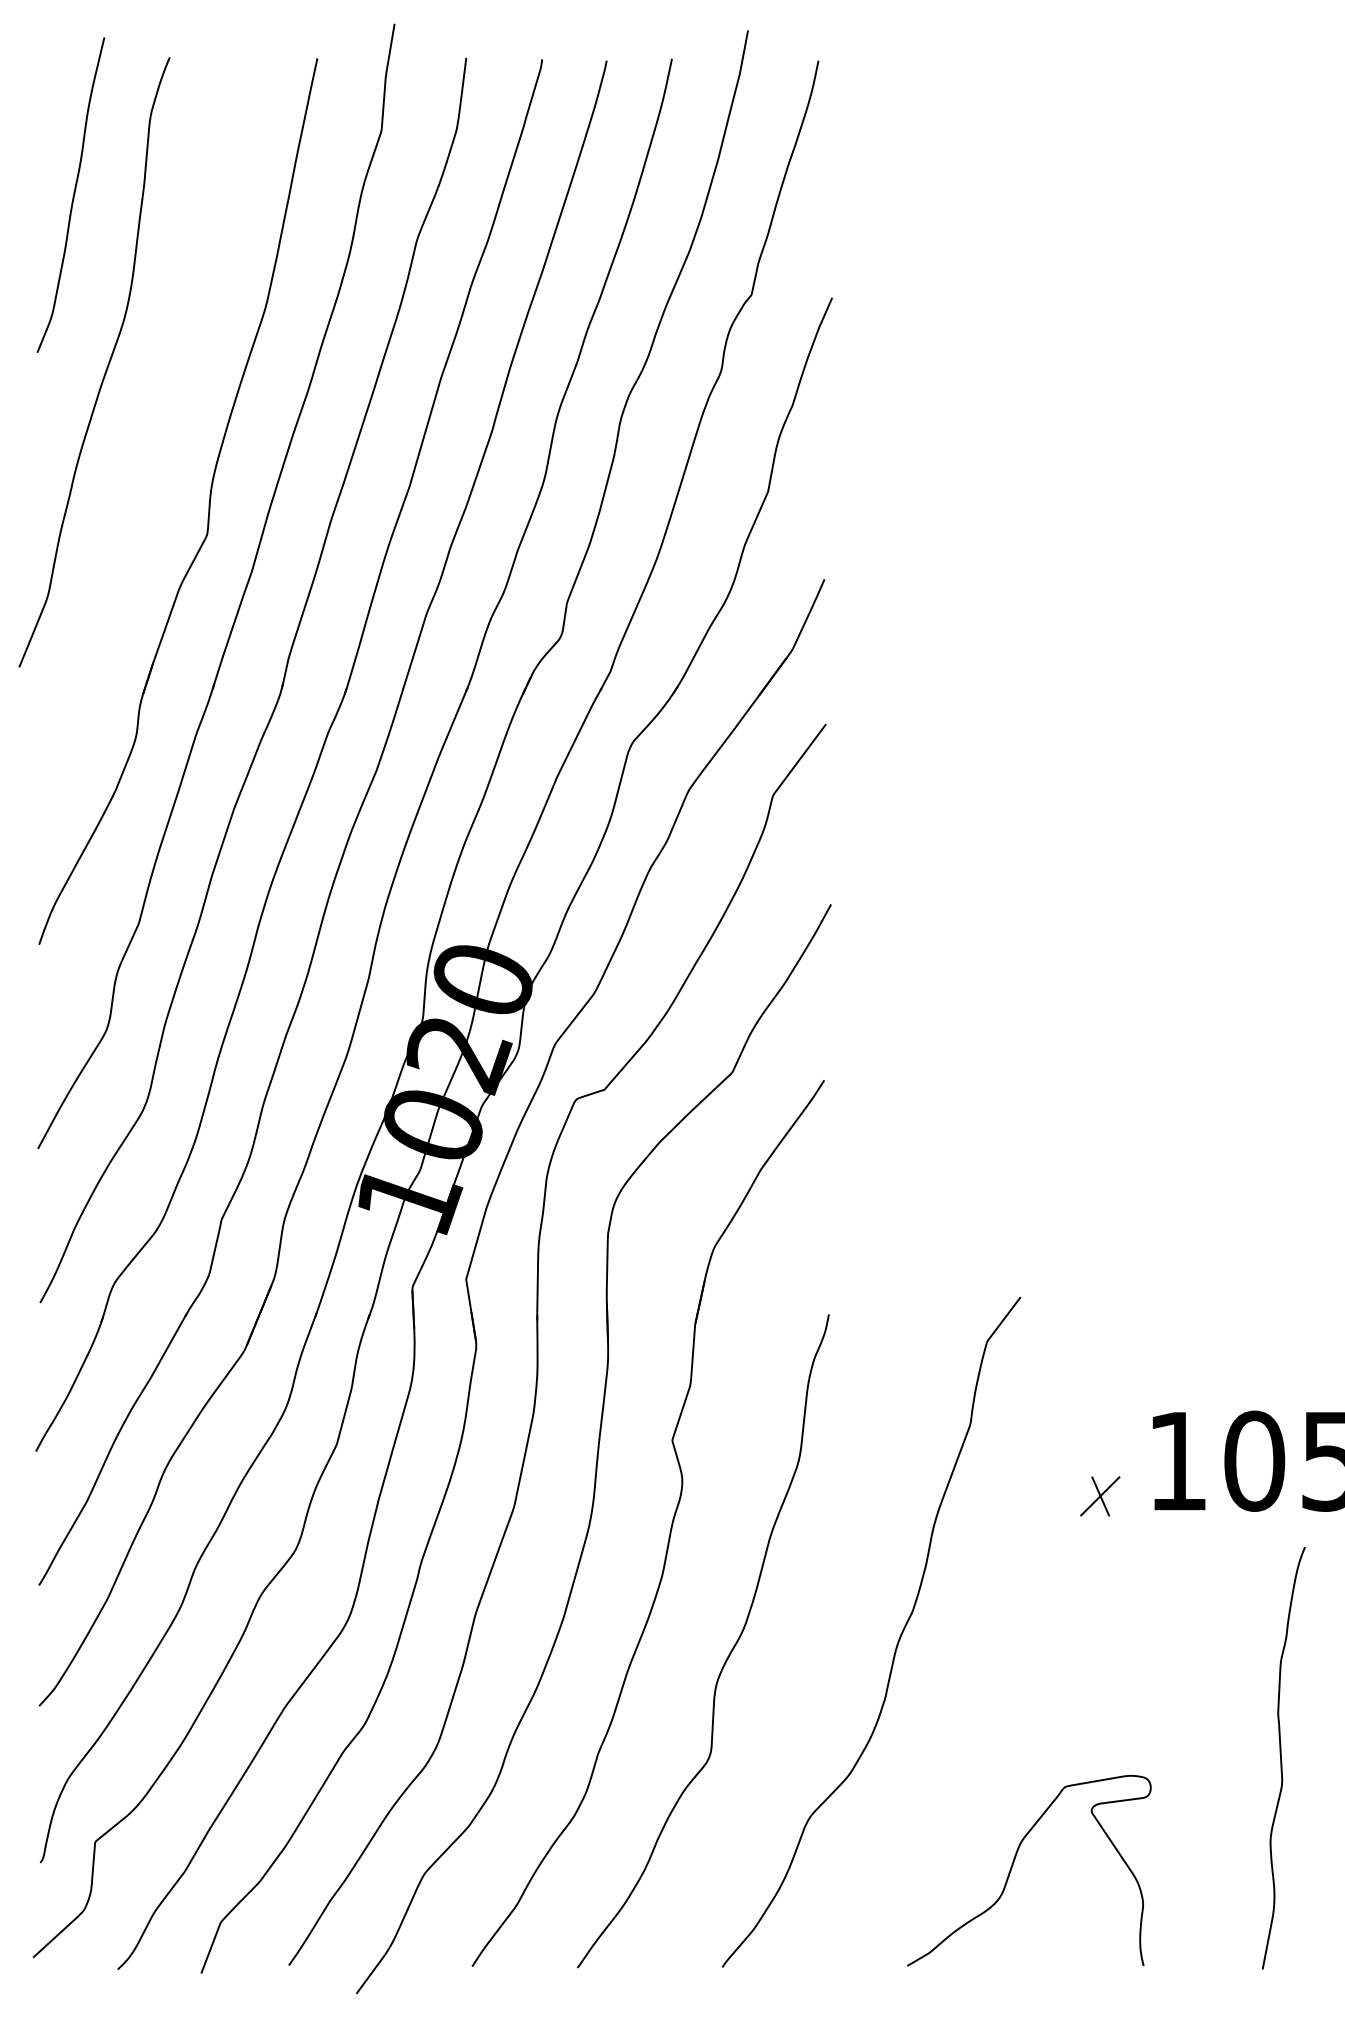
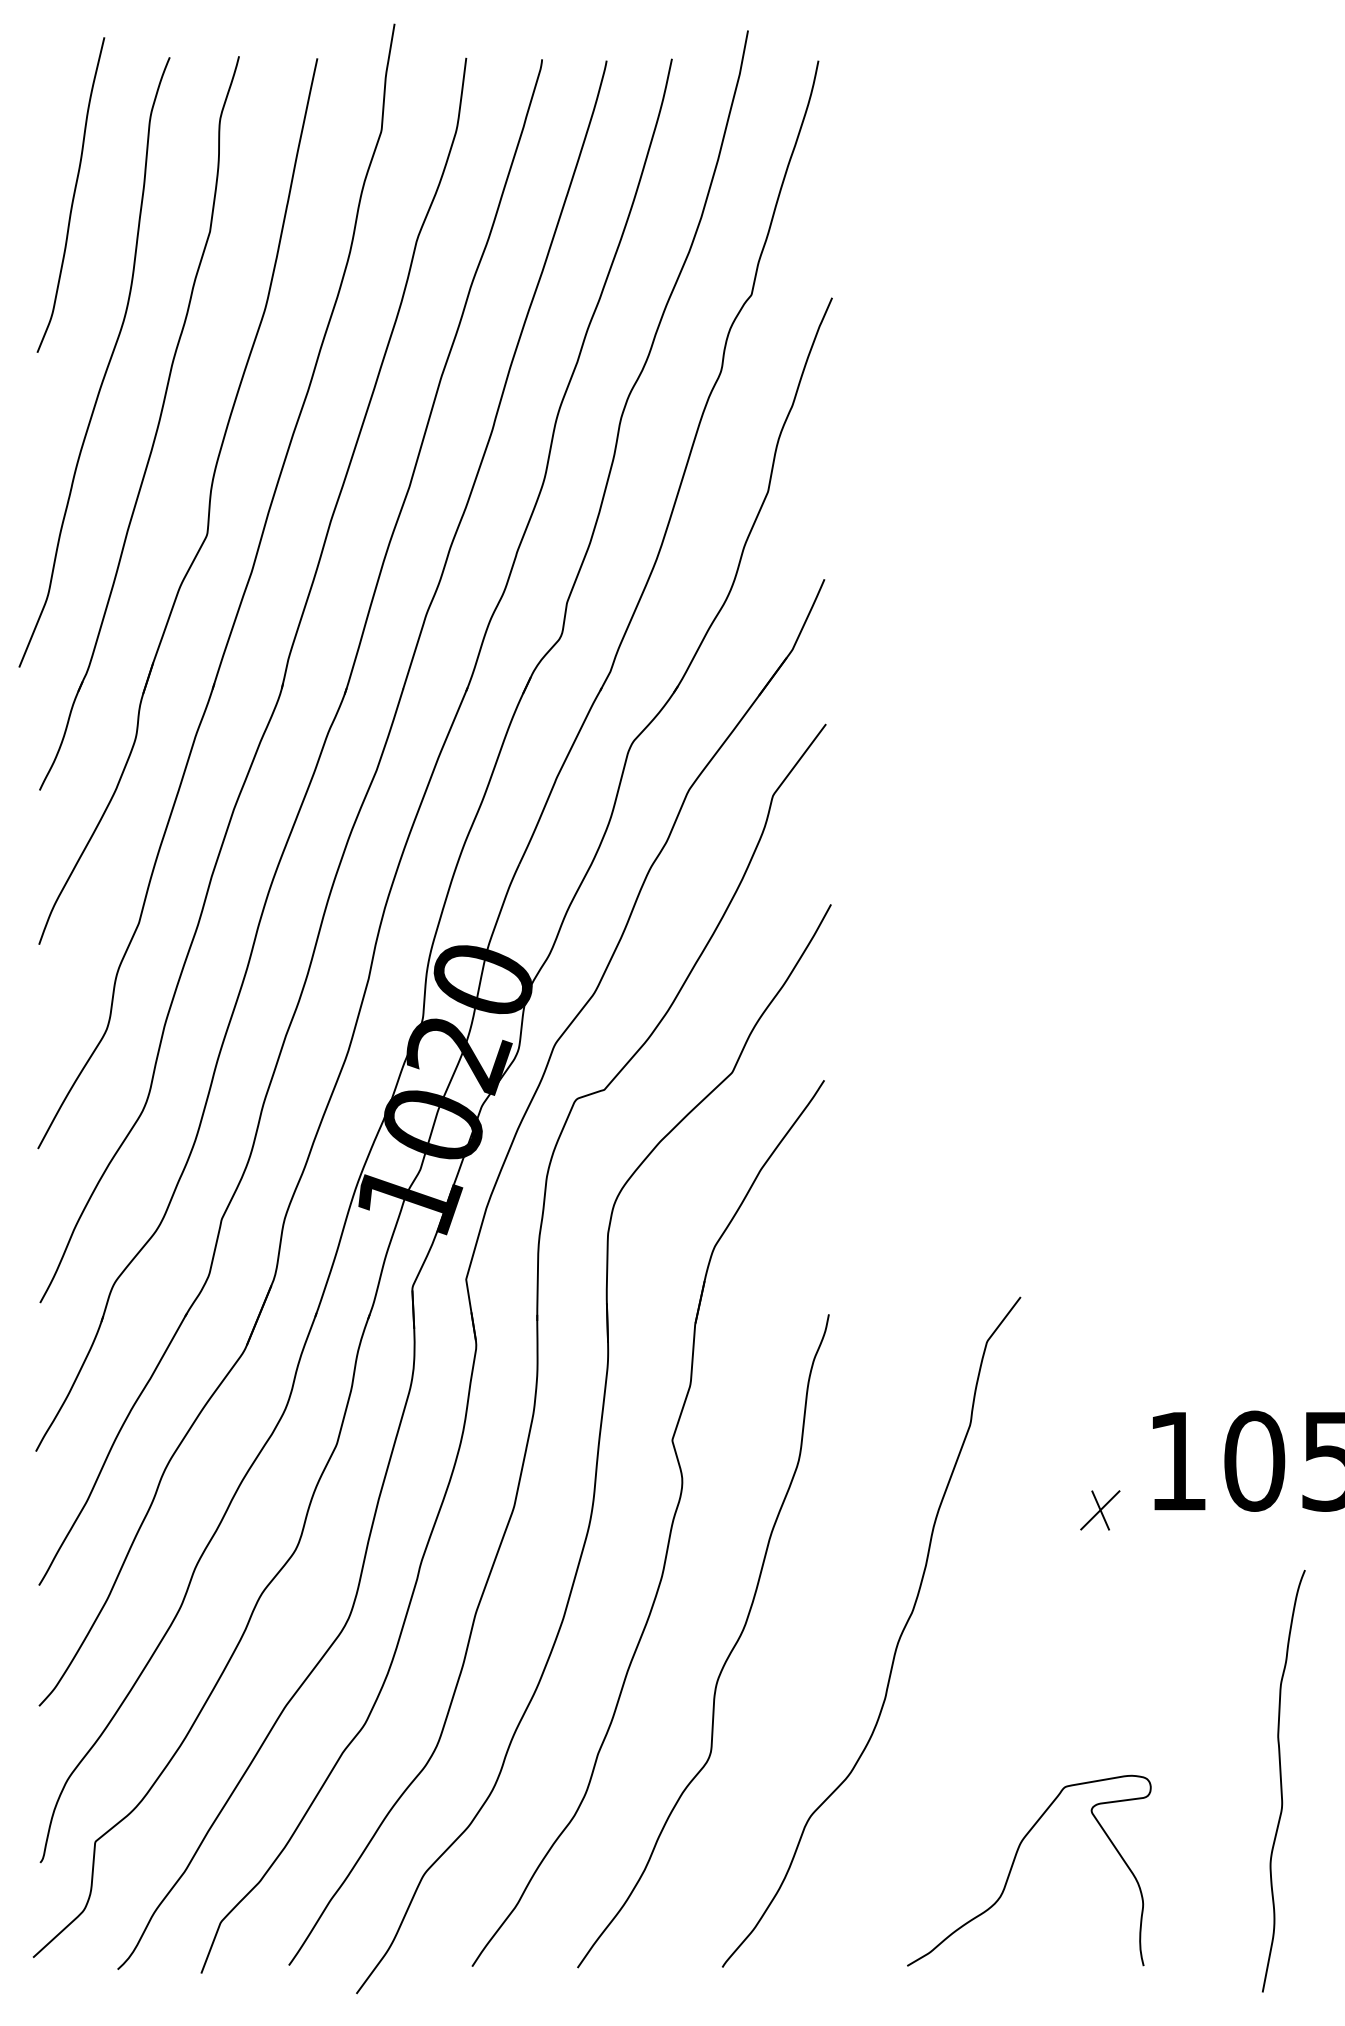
part at (156, 427): none -> present
part at (1100, 1496) position: (1100, 1496) -> (1100, 1510)
curve at (1281, 1758) position: (1281, 1758) -> (1281, 1781)
